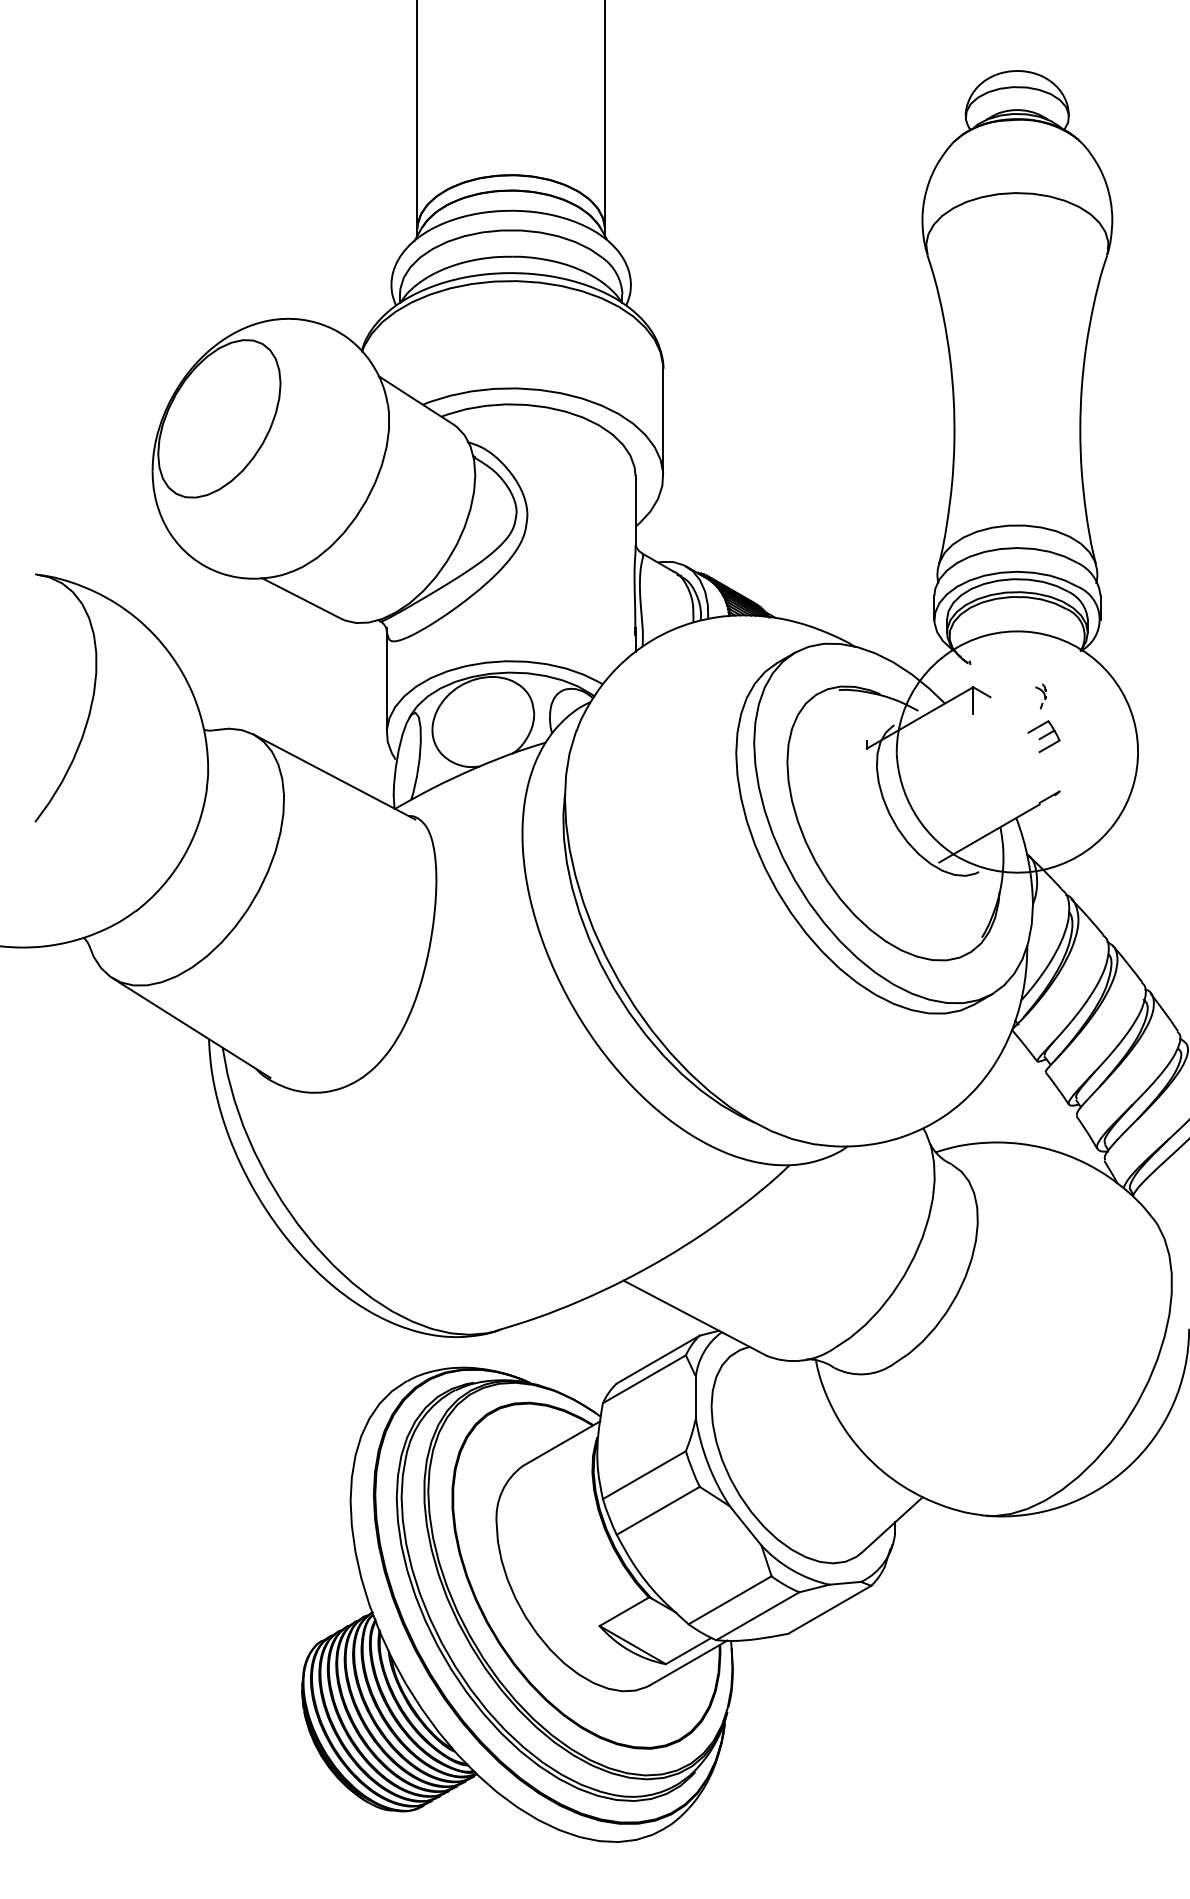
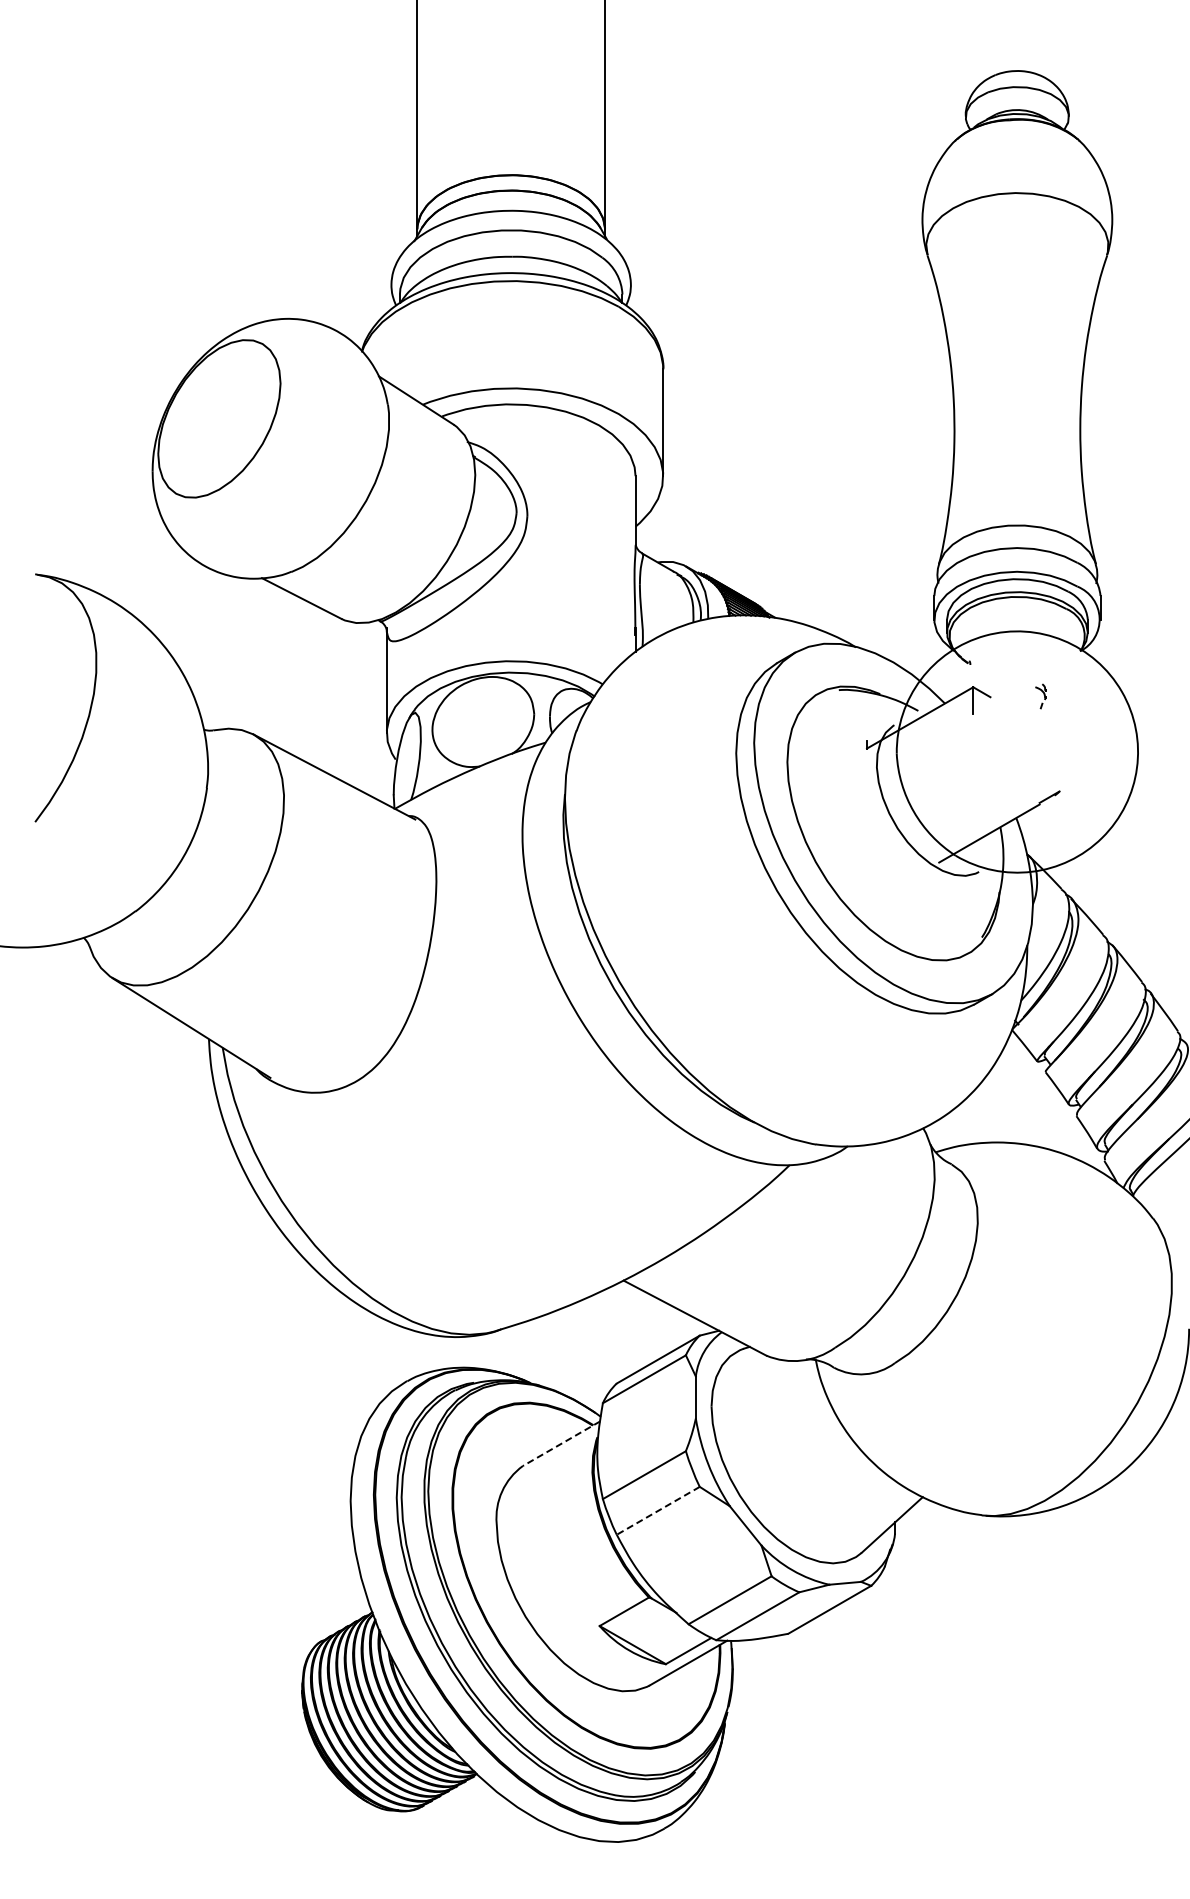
part at (1043, 736): present -> none
line at (561, 1443): solid -> dashed
line at (658, 1510): solid -> dashed
